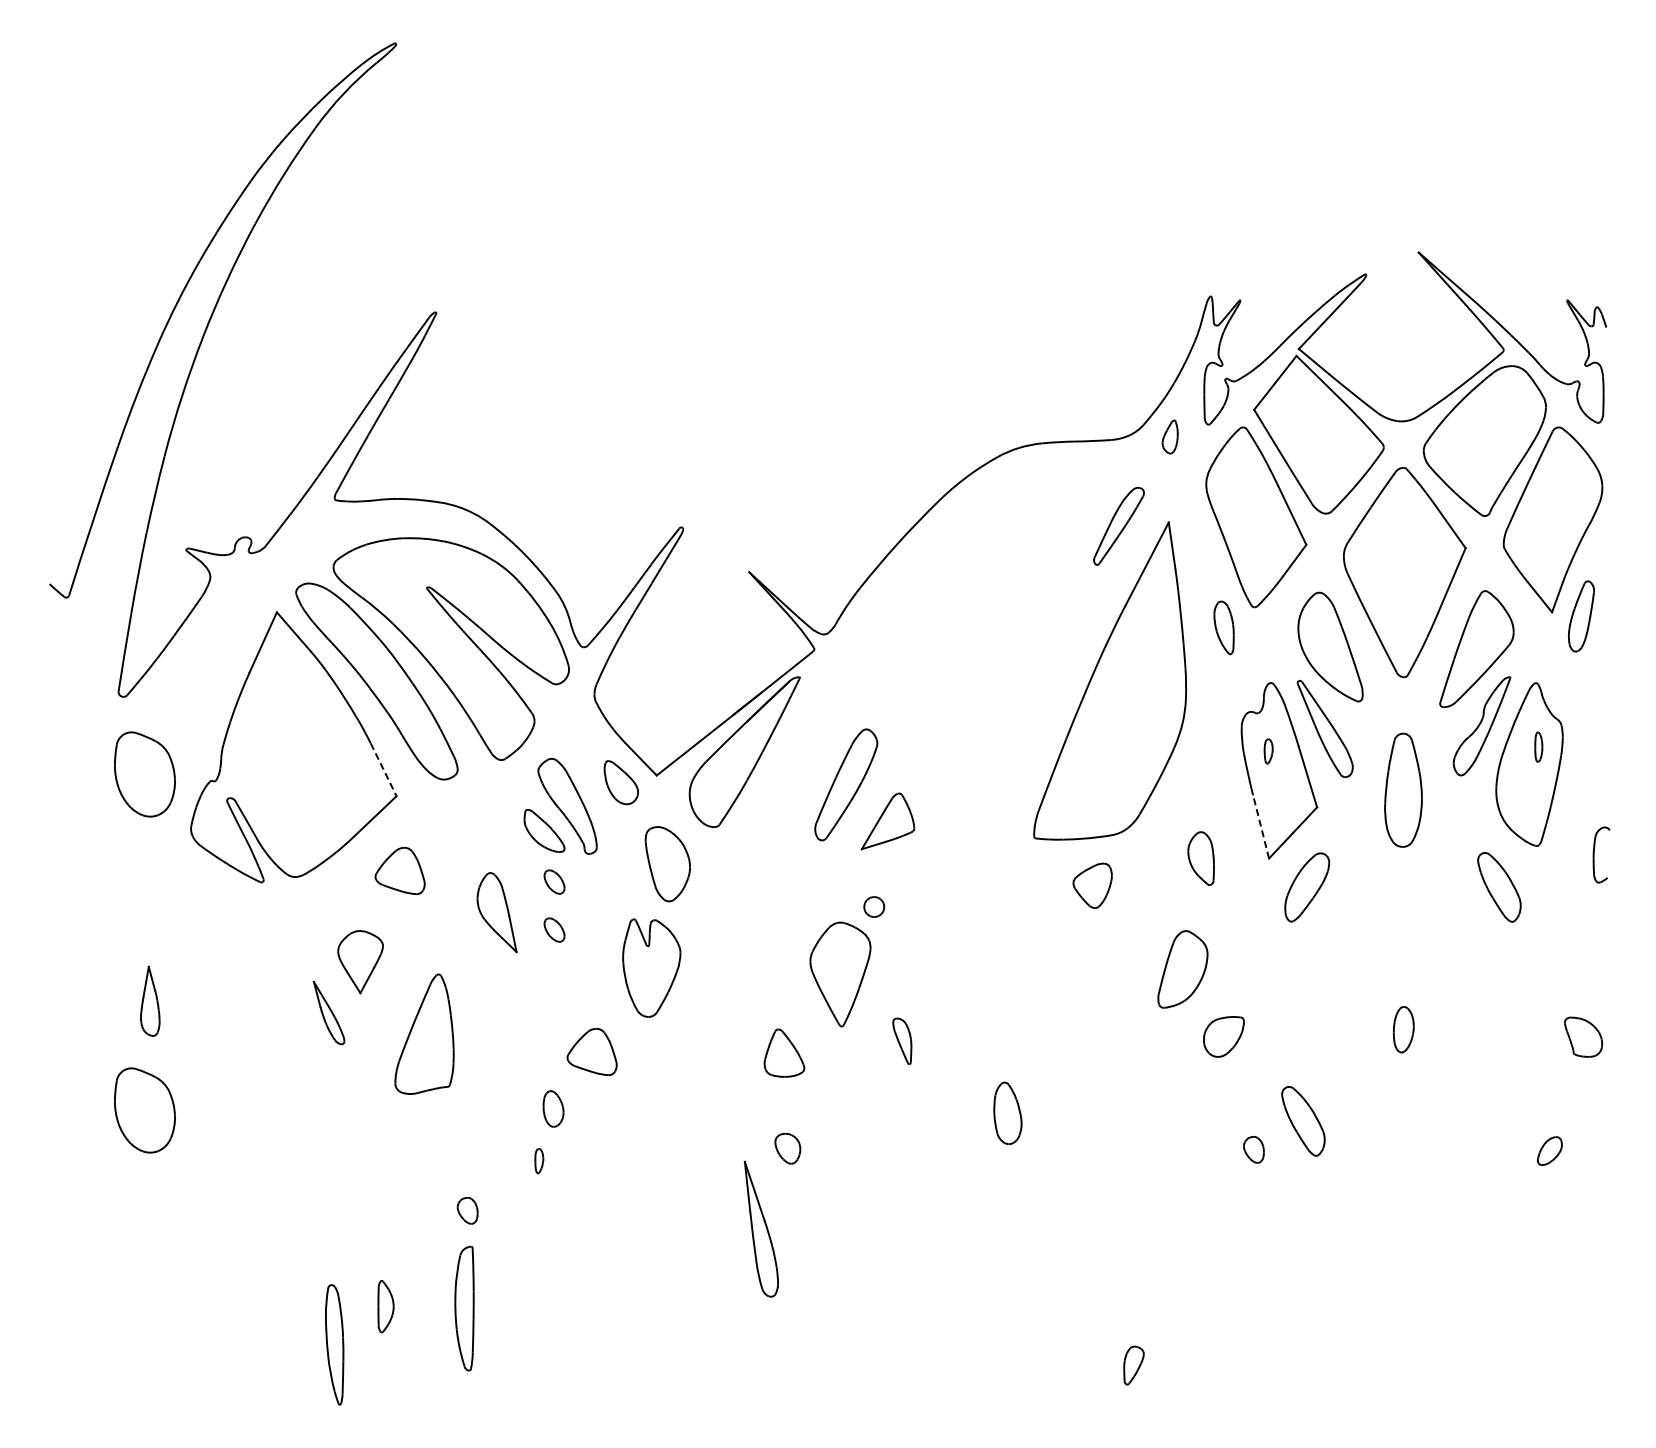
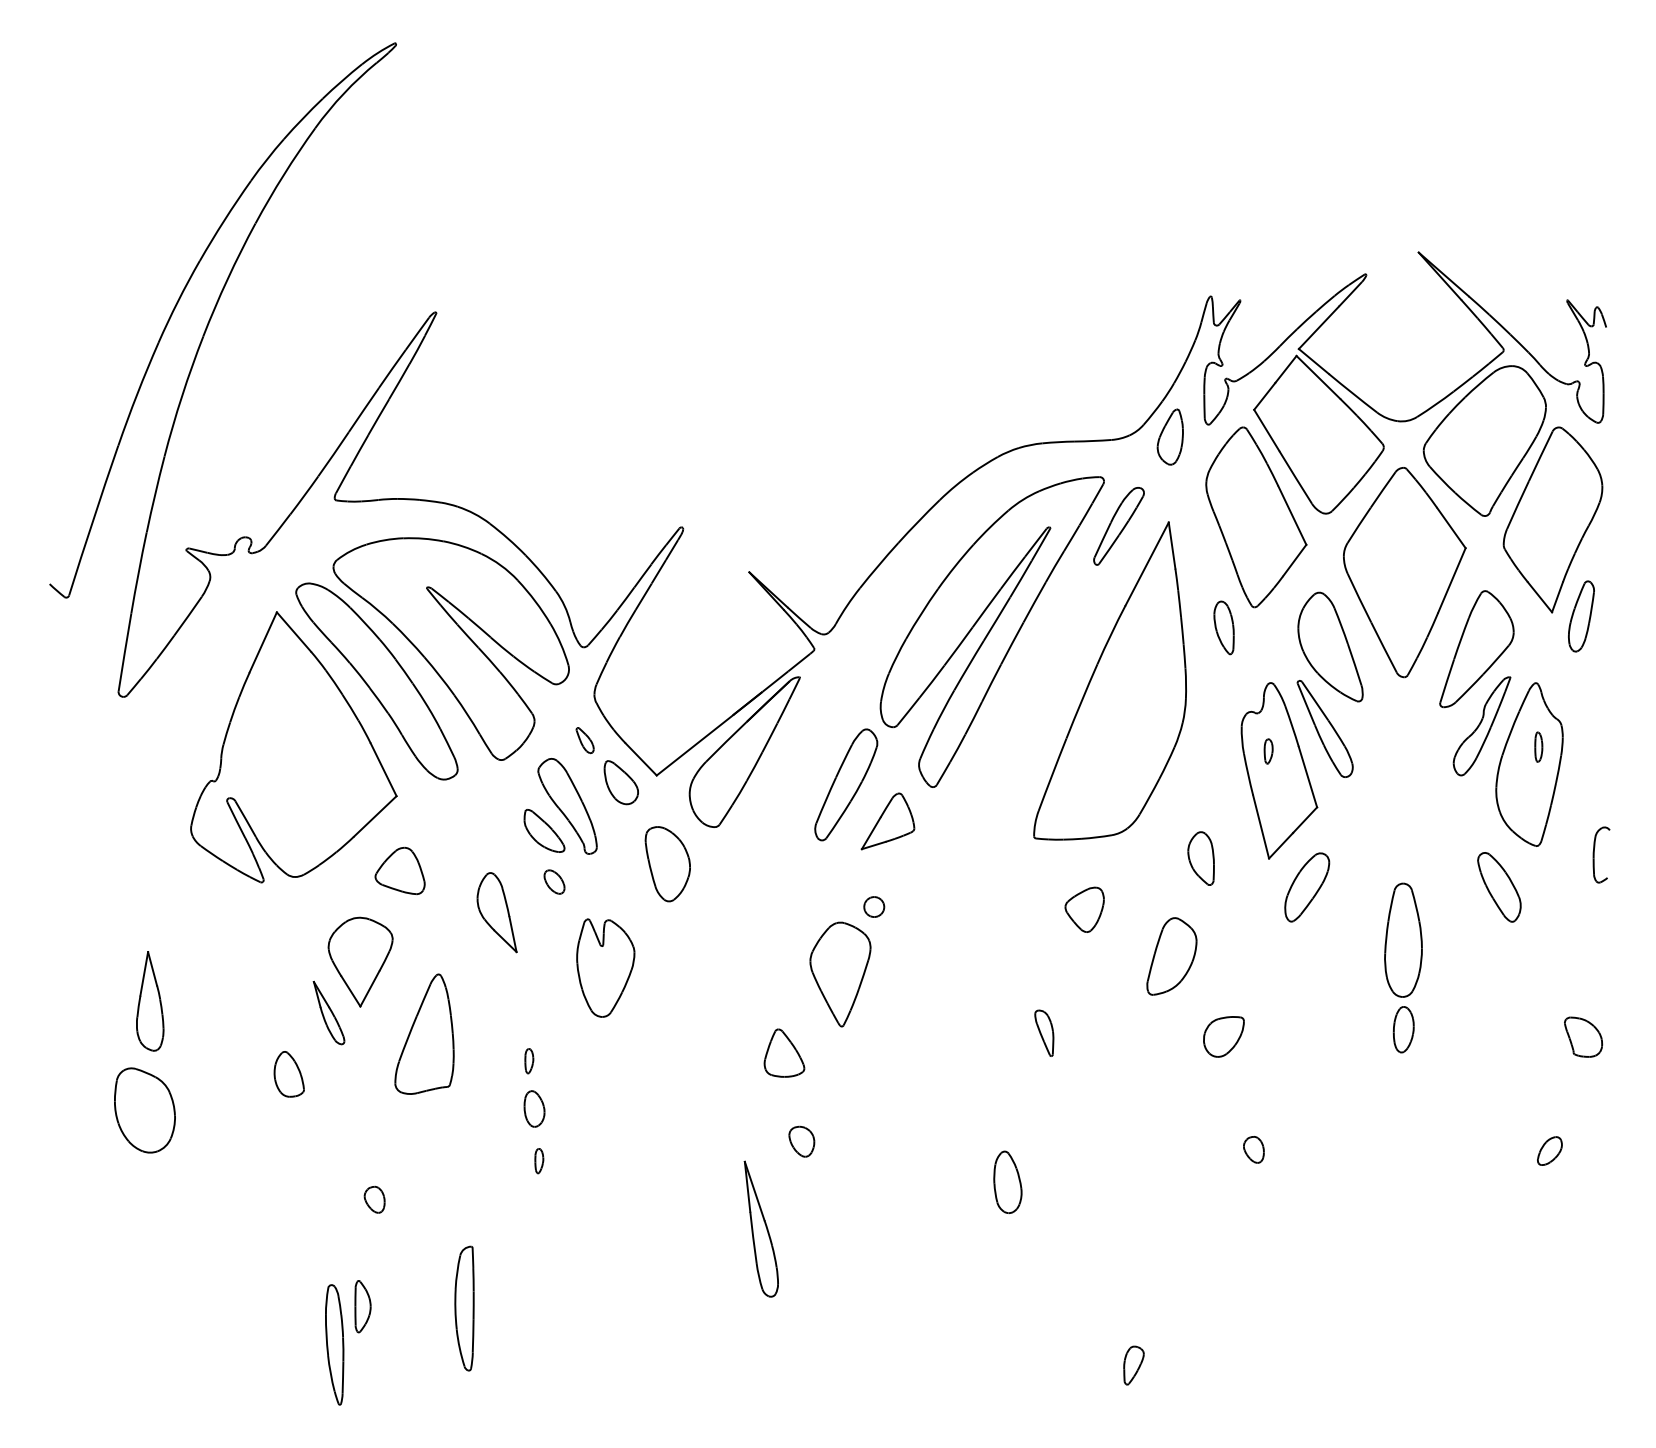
part at (1169, 436) size: 18x36 px -> 28x58 px
part at (991, 631): none -> present
part at (584, 740): none -> present
line at (383, 770): dashed -> solid
part at (144, 774): present -> none
part at (1403, 789) position: (1403, 789) -> (1403, 939)
line at (1261, 826): dashed -> solid
part at (1092, 885) position: (1092, 885) -> (1084, 909)
part at (554, 929): present -> none
part at (360, 962) size: 47x65 px -> 67x92 px
part at (651, 967) position: (651, 967) -> (605, 967)
part at (1182, 969) position: (1182, 969) -> (1171, 956)
part at (150, 1000) size: 21x72 px -> 29x101 px
part at (902, 1040) position: (902, 1040) -> (1044, 1032)
part at (591, 1052): present -> none
part at (529, 1061): none -> present
part at (288, 1074): none -> present
part at (553, 1108) position: (553, 1108) -> (534, 1108)
part at (1007, 1112) position: (1007, 1112) -> (1007, 1181)
part at (1303, 1121): present -> none
part at (787, 1148) position: (787, 1148) -> (801, 1141)
part at (467, 1210) position: (467, 1210) -> (374, 1199)
part at (385, 1306) position: (385, 1306) -> (362, 1306)
